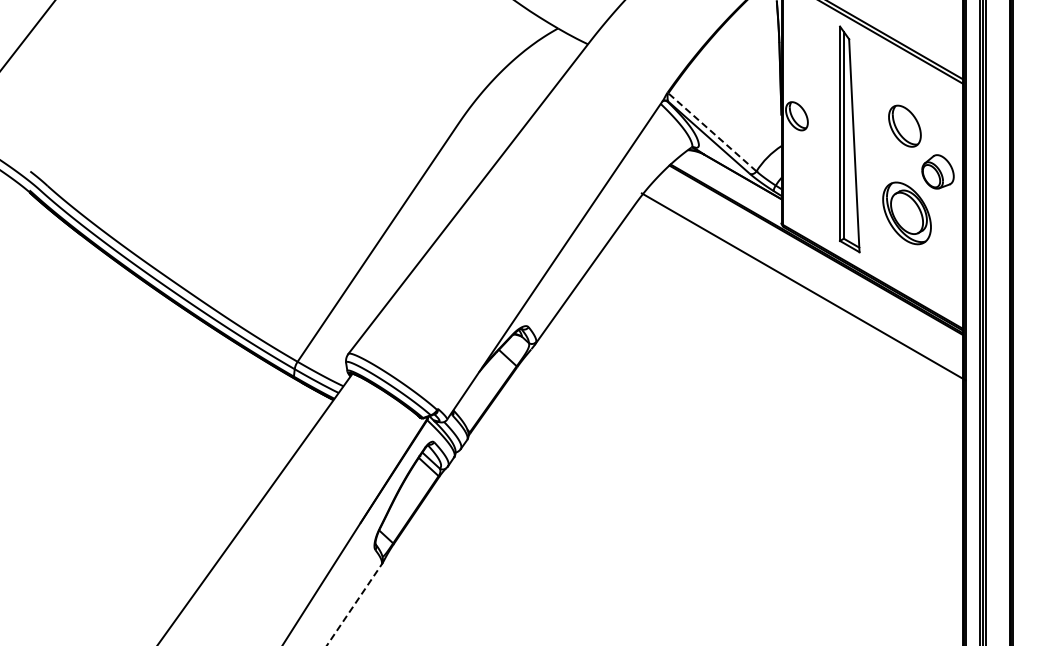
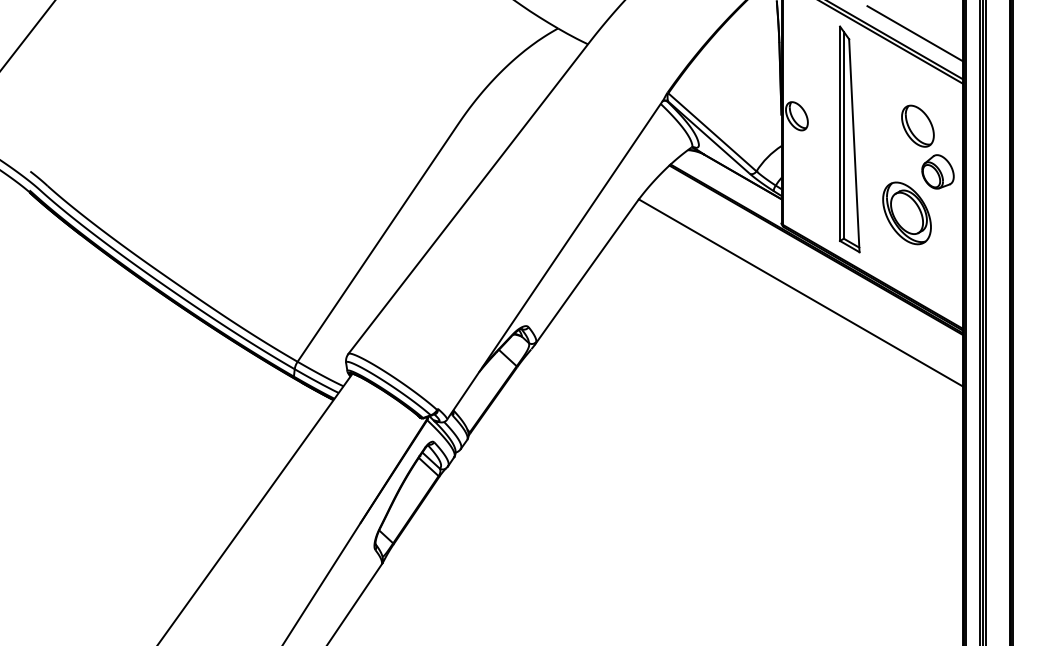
line at (914, 33): none -> present
part at (904, 125) position: (904, 125) -> (917, 125)
line at (712, 132): dashed -> solid
line at (803, 286) position: (803, 286) -> (800, 292)
line at (354, 604): dashed -> solid
